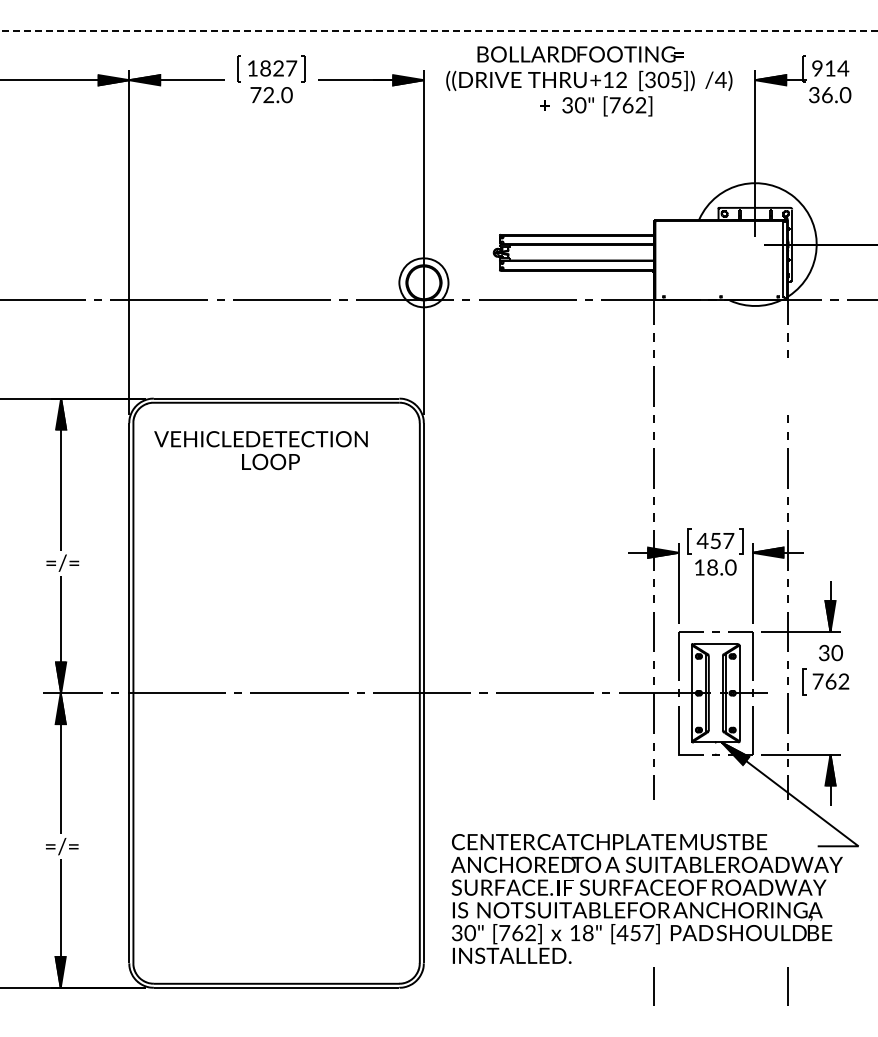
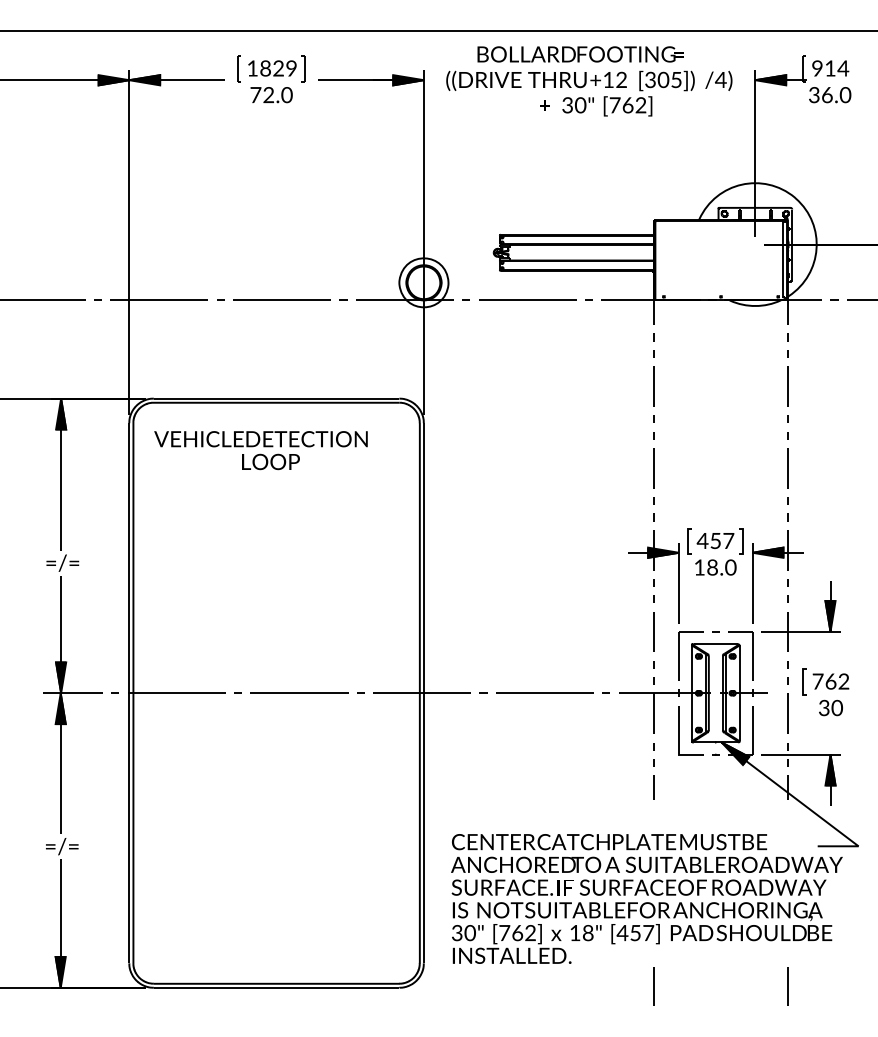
line at (439, 31): dashed -> solid
text at (291, 68): 1827 -> 1829
line at (787, 386): none -> present
text at (830, 652) position: (830, 652) -> (830, 707)
